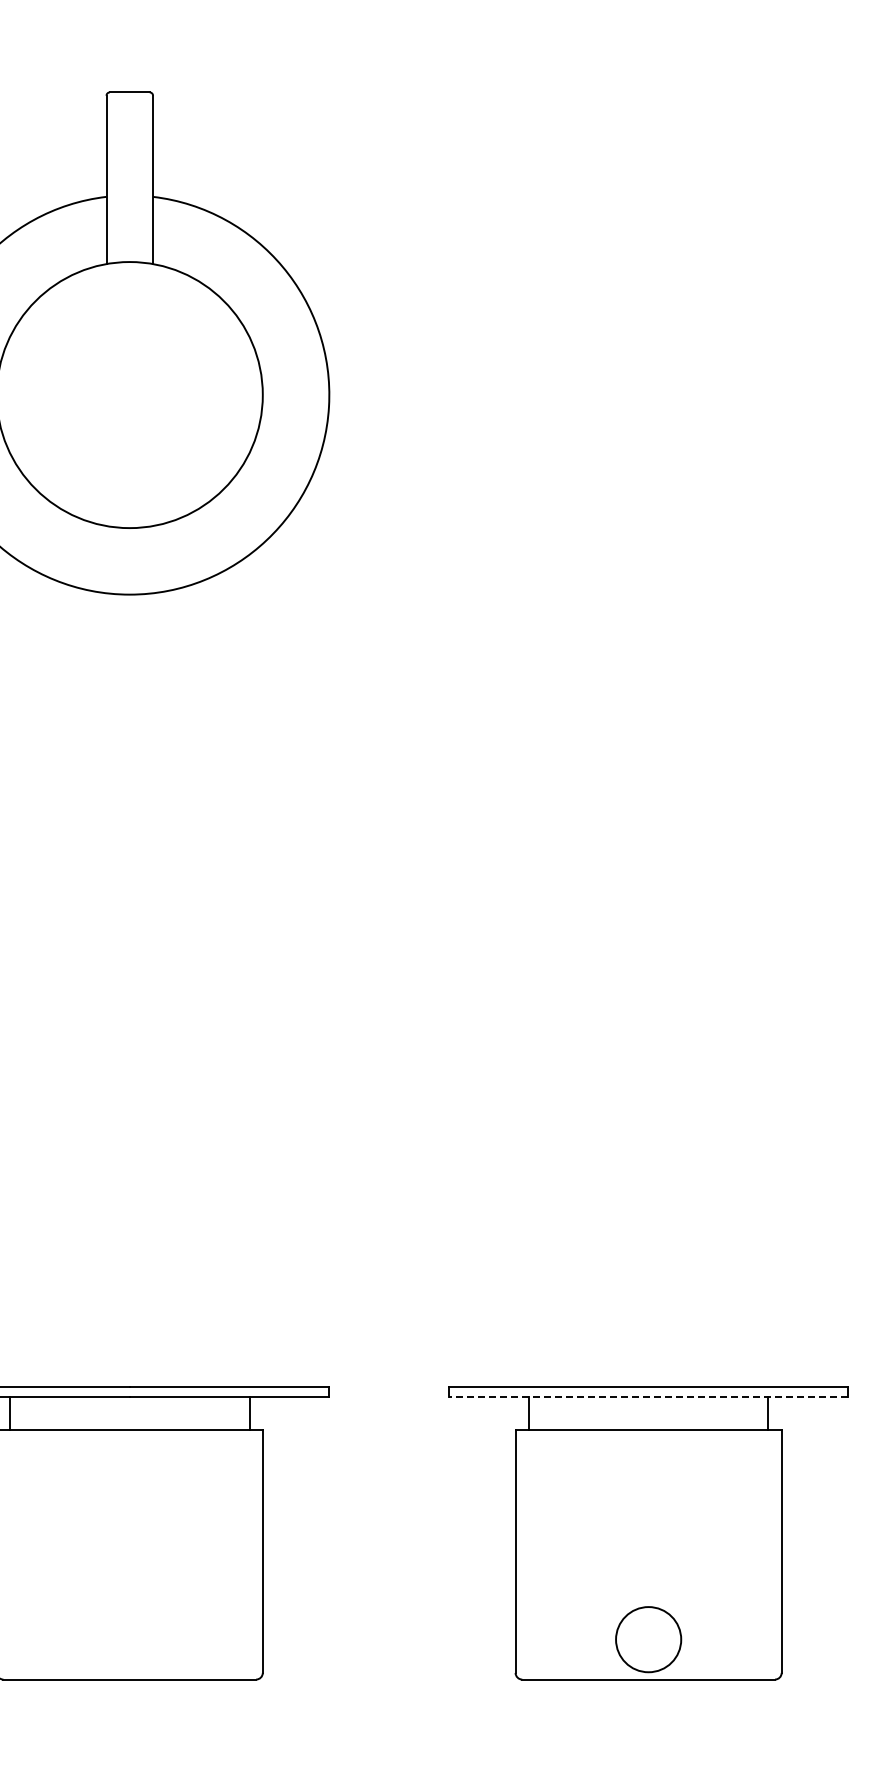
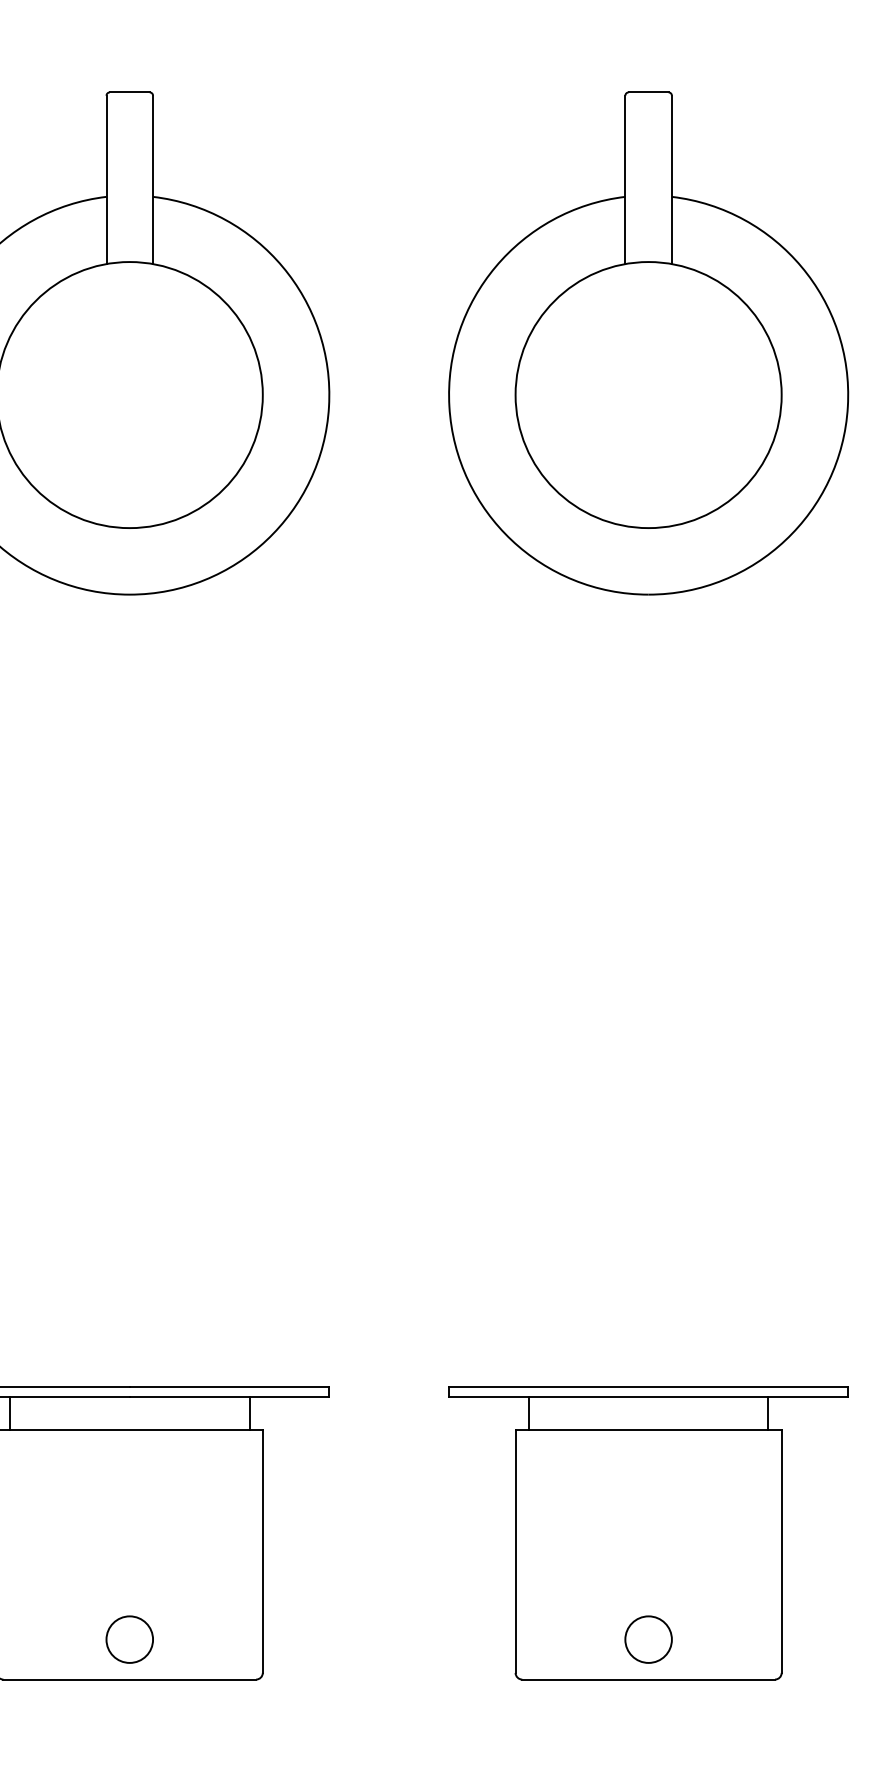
part at (648, 343): none -> present
line at (648, 1396): dashed -> solid
circle at (129, 1639): none -> present
circle at (648, 1639) diameter: 65 px -> 47 px
